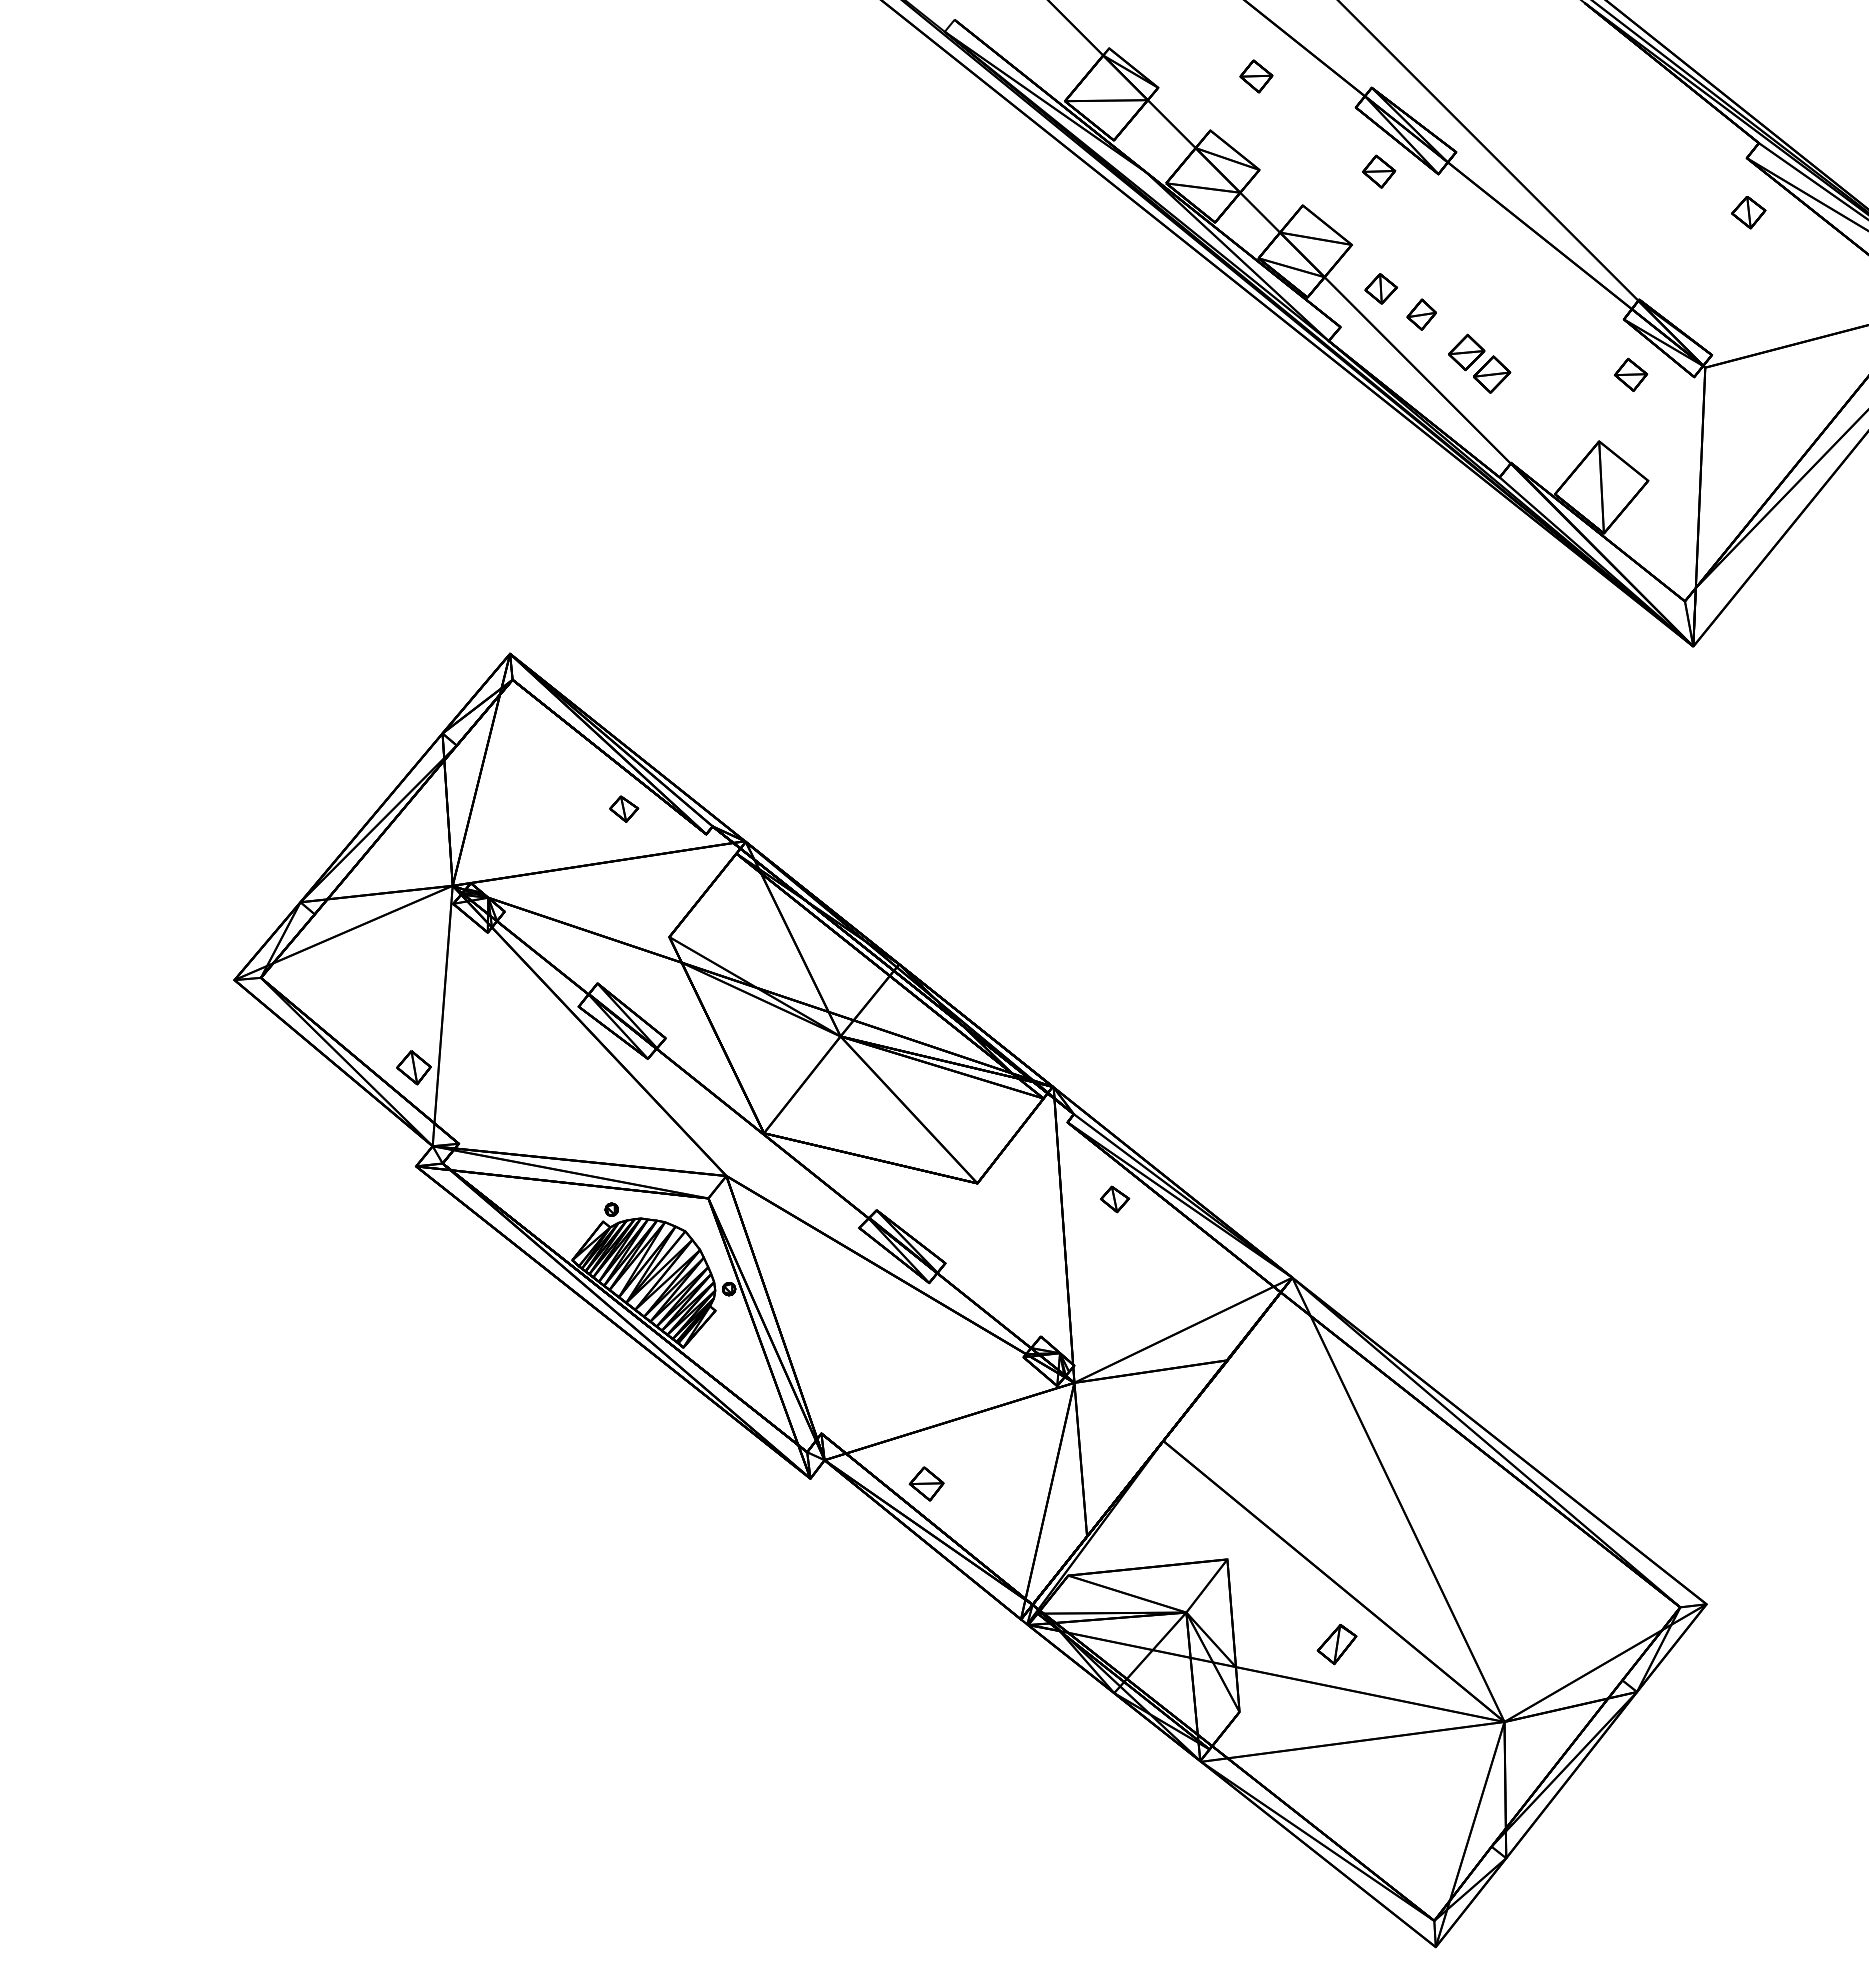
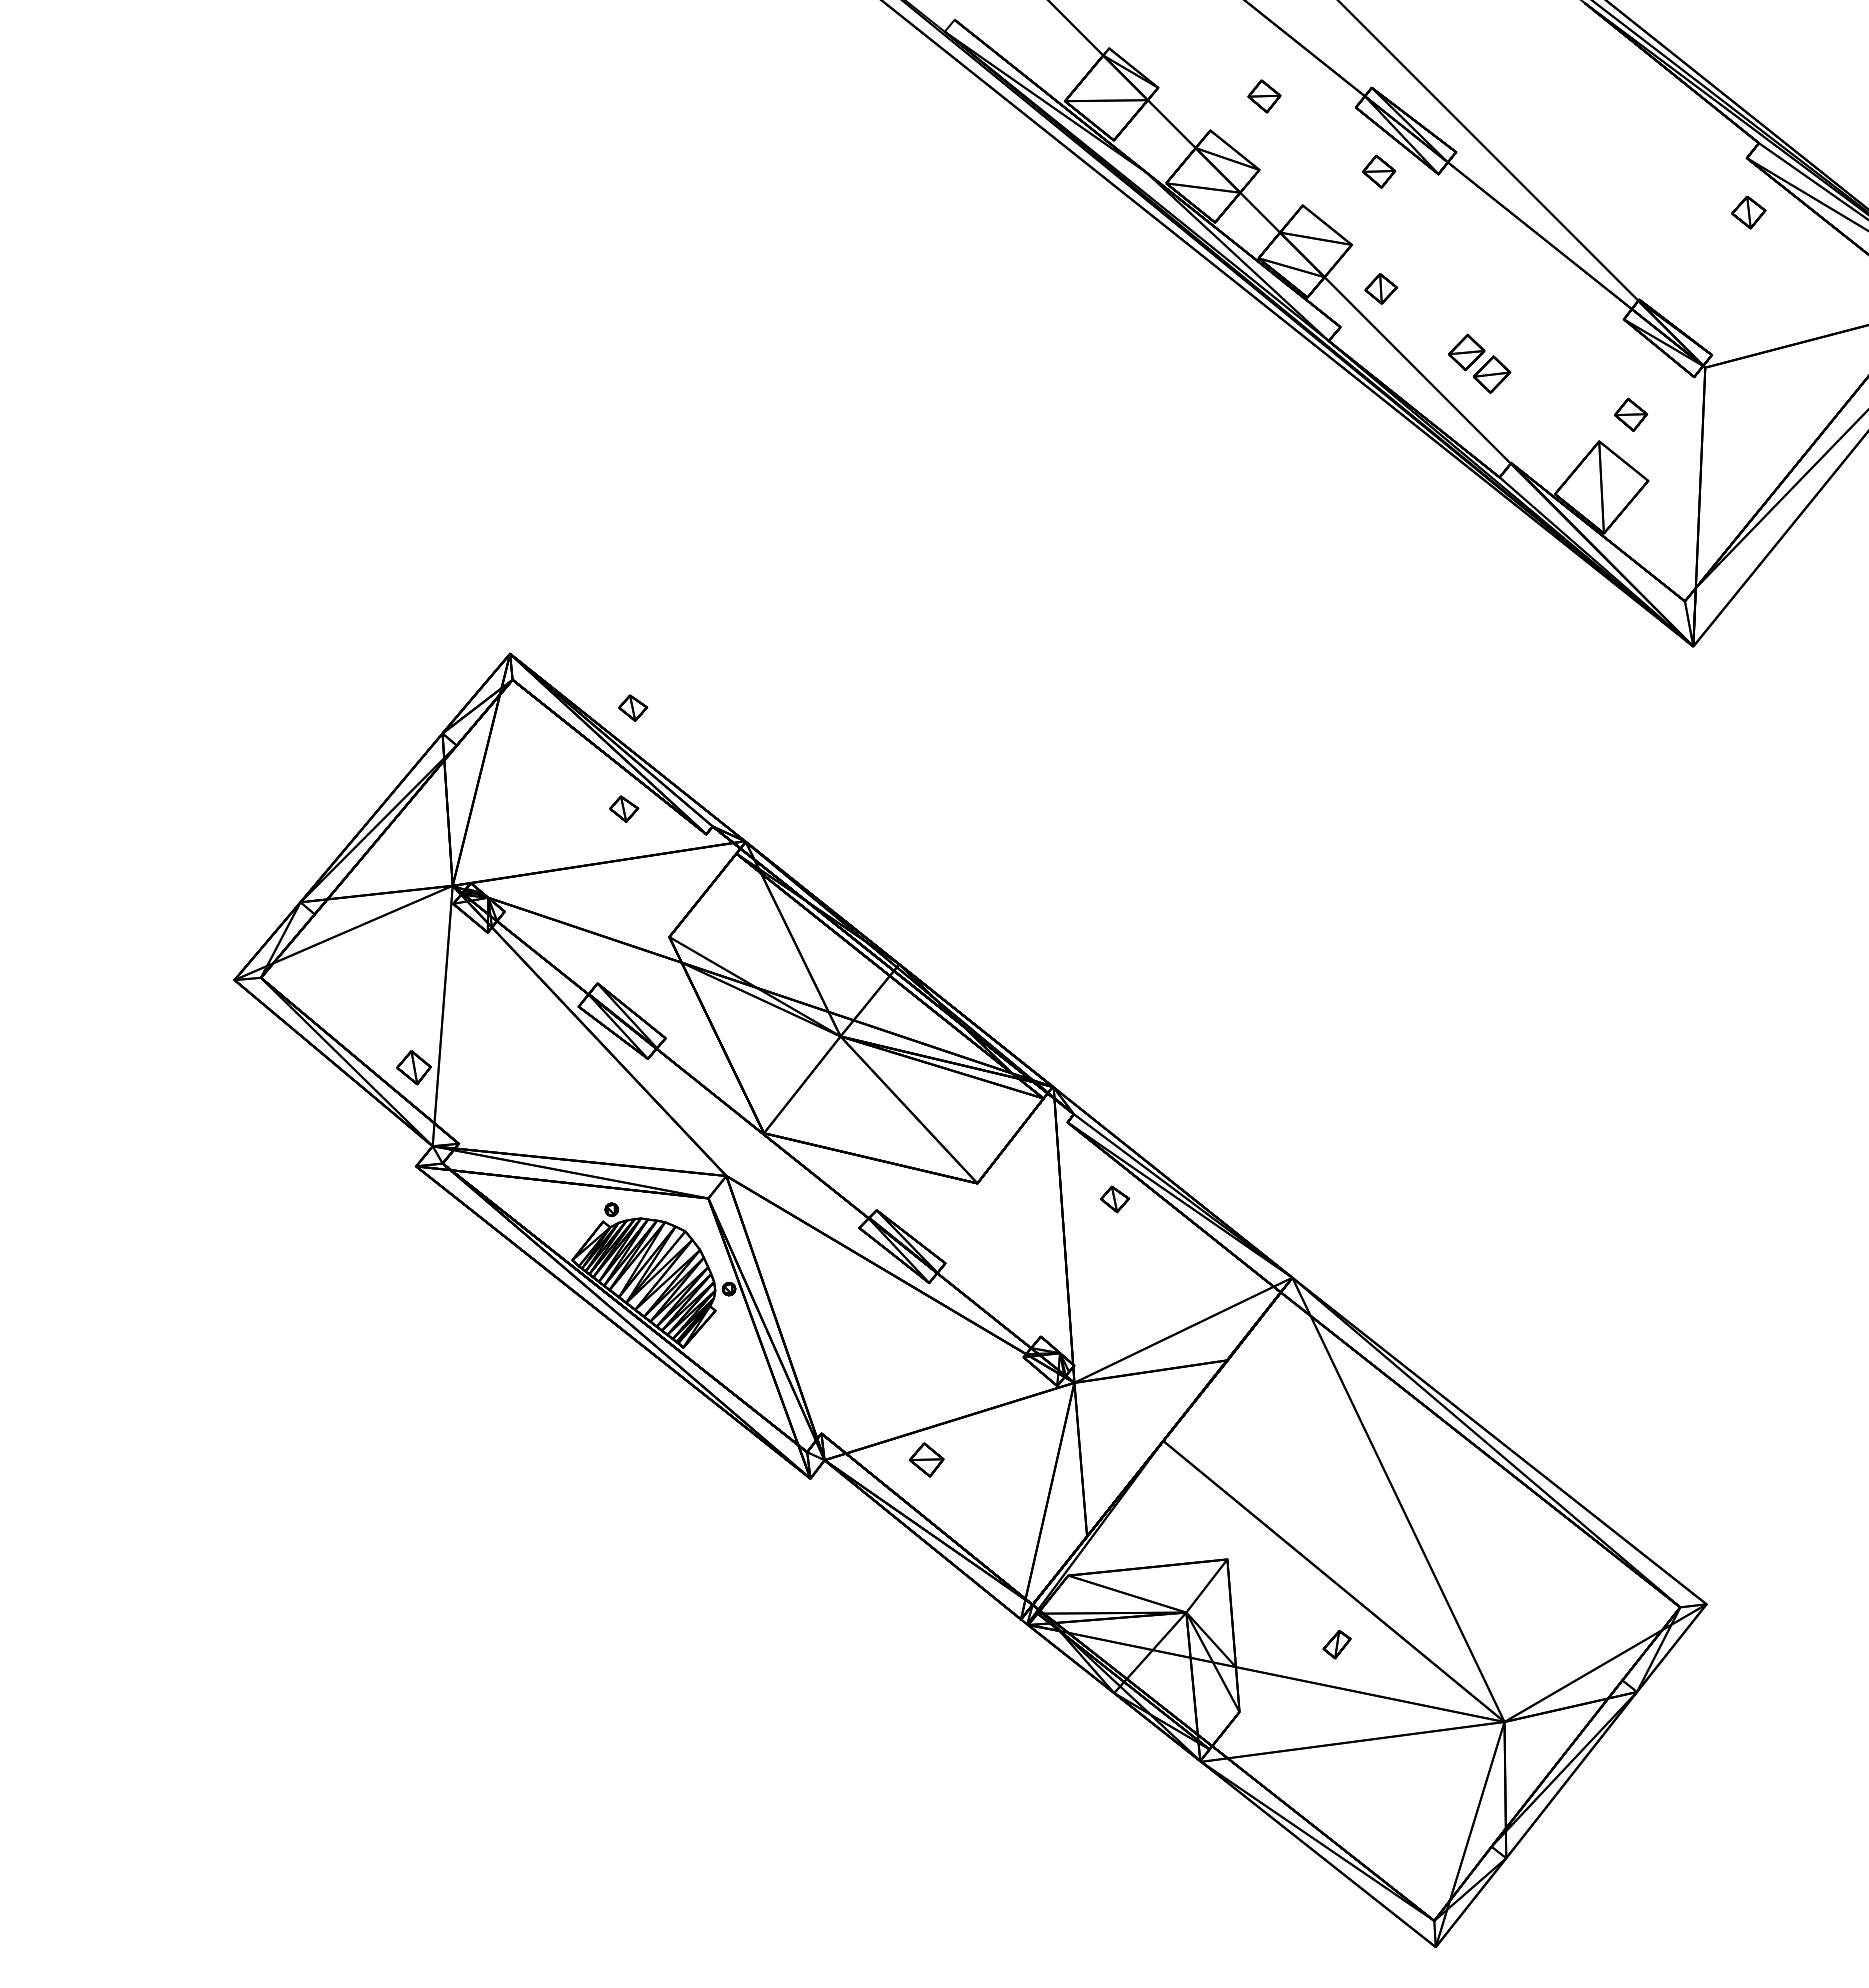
part at (1256, 76) position: (1256, 76) -> (1264, 96)
part at (1421, 314): present -> none
part at (1631, 374) position: (1631, 374) -> (1631, 414)
part at (633, 707): none -> present
part at (926, 1483) position: (926, 1483) -> (926, 1459)
part at (1336, 1644) size: 42x42 px -> 30x30 px
